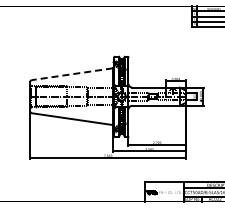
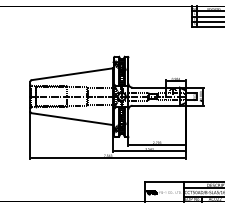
line at (72, 74): dashed -> solid
